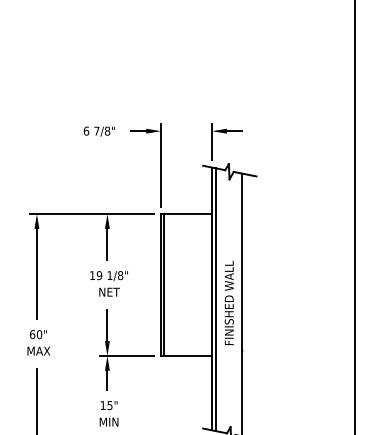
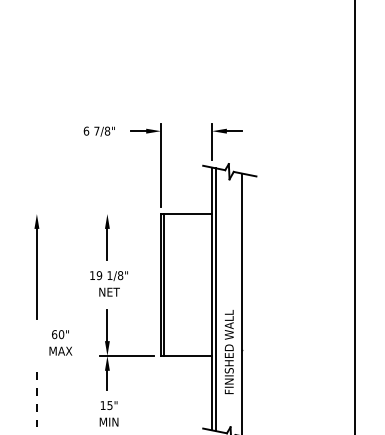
line at (91, 214): present -> none
text at (228, 302) position: (228, 302) -> (228, 351)
text at (38, 342) position: (38, 342) -> (60, 342)
line at (36, 401): solid -> dashed
